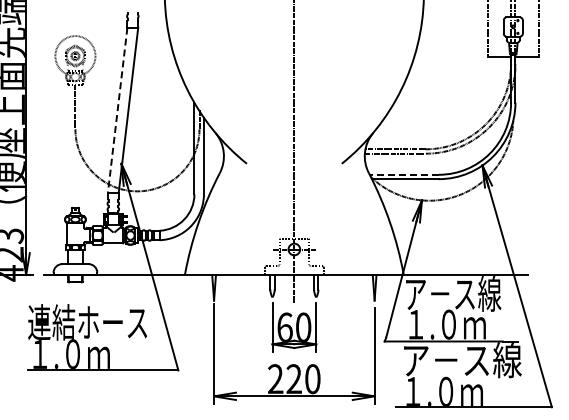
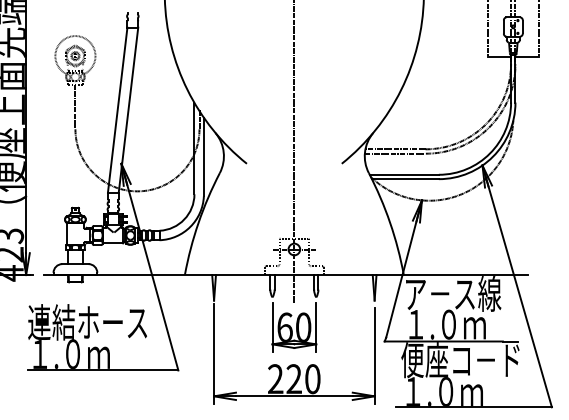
line at (117, 110): dashed -> solid
line at (404, 174): dashed -> solid
text at (461, 360): ア－ス線 -> 便座コ－ド
